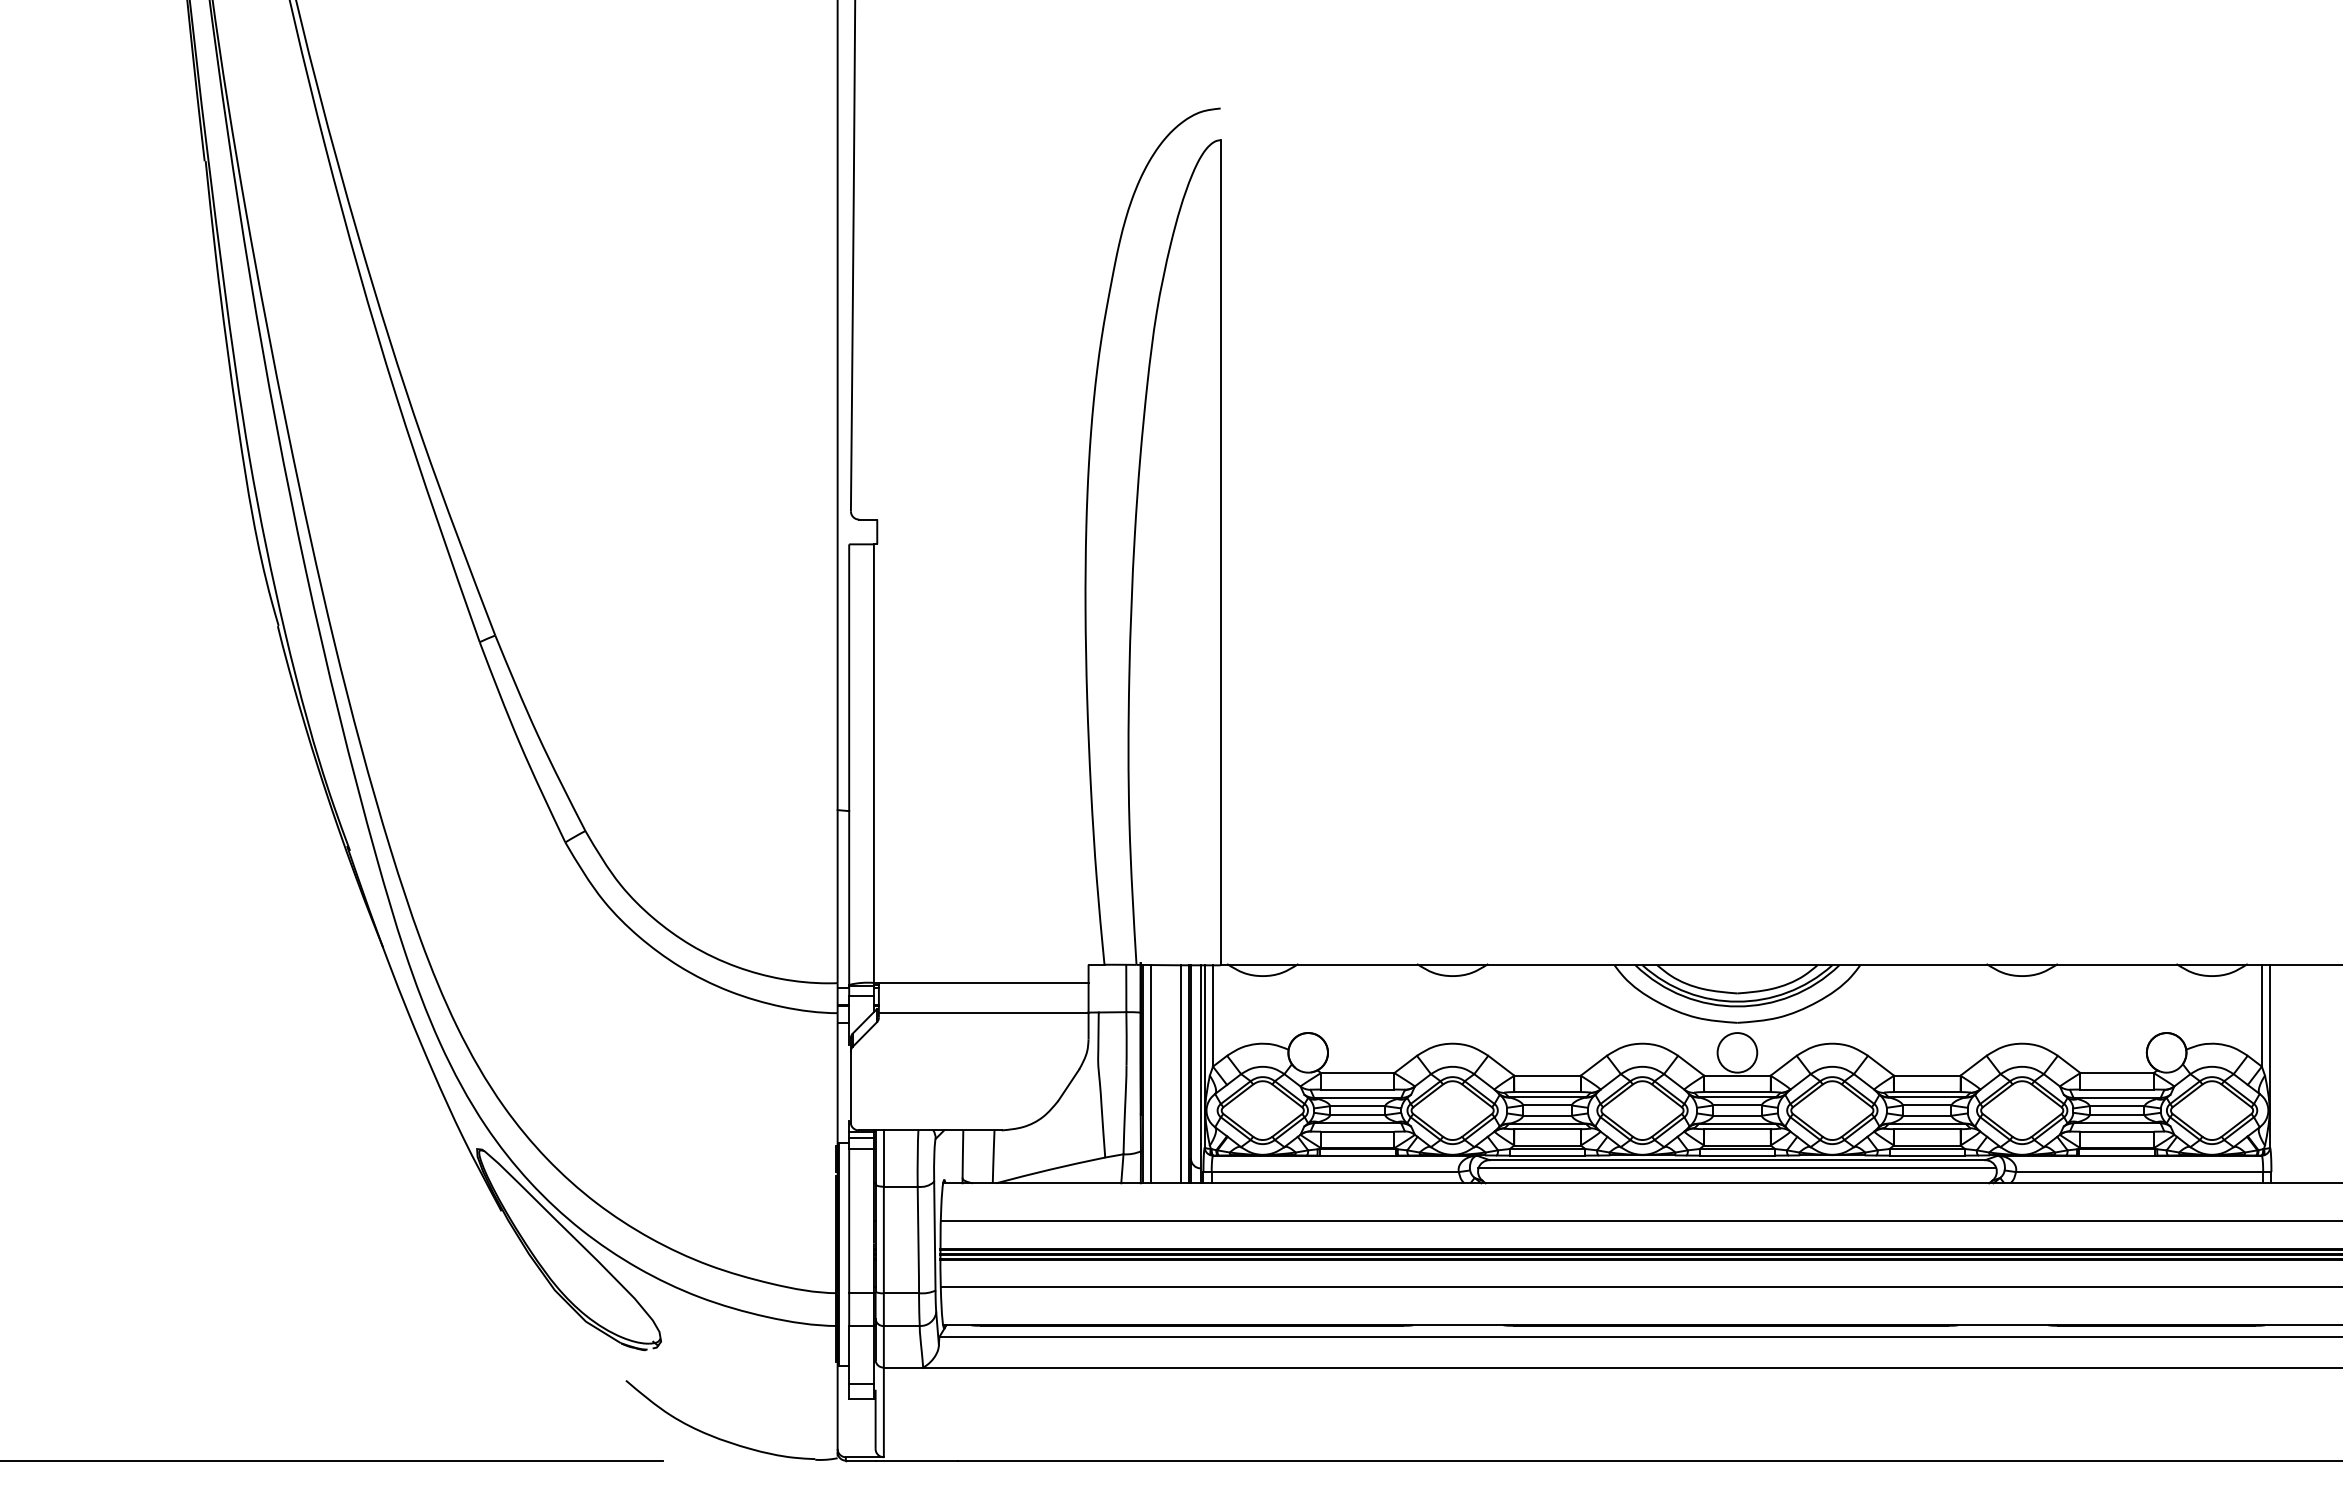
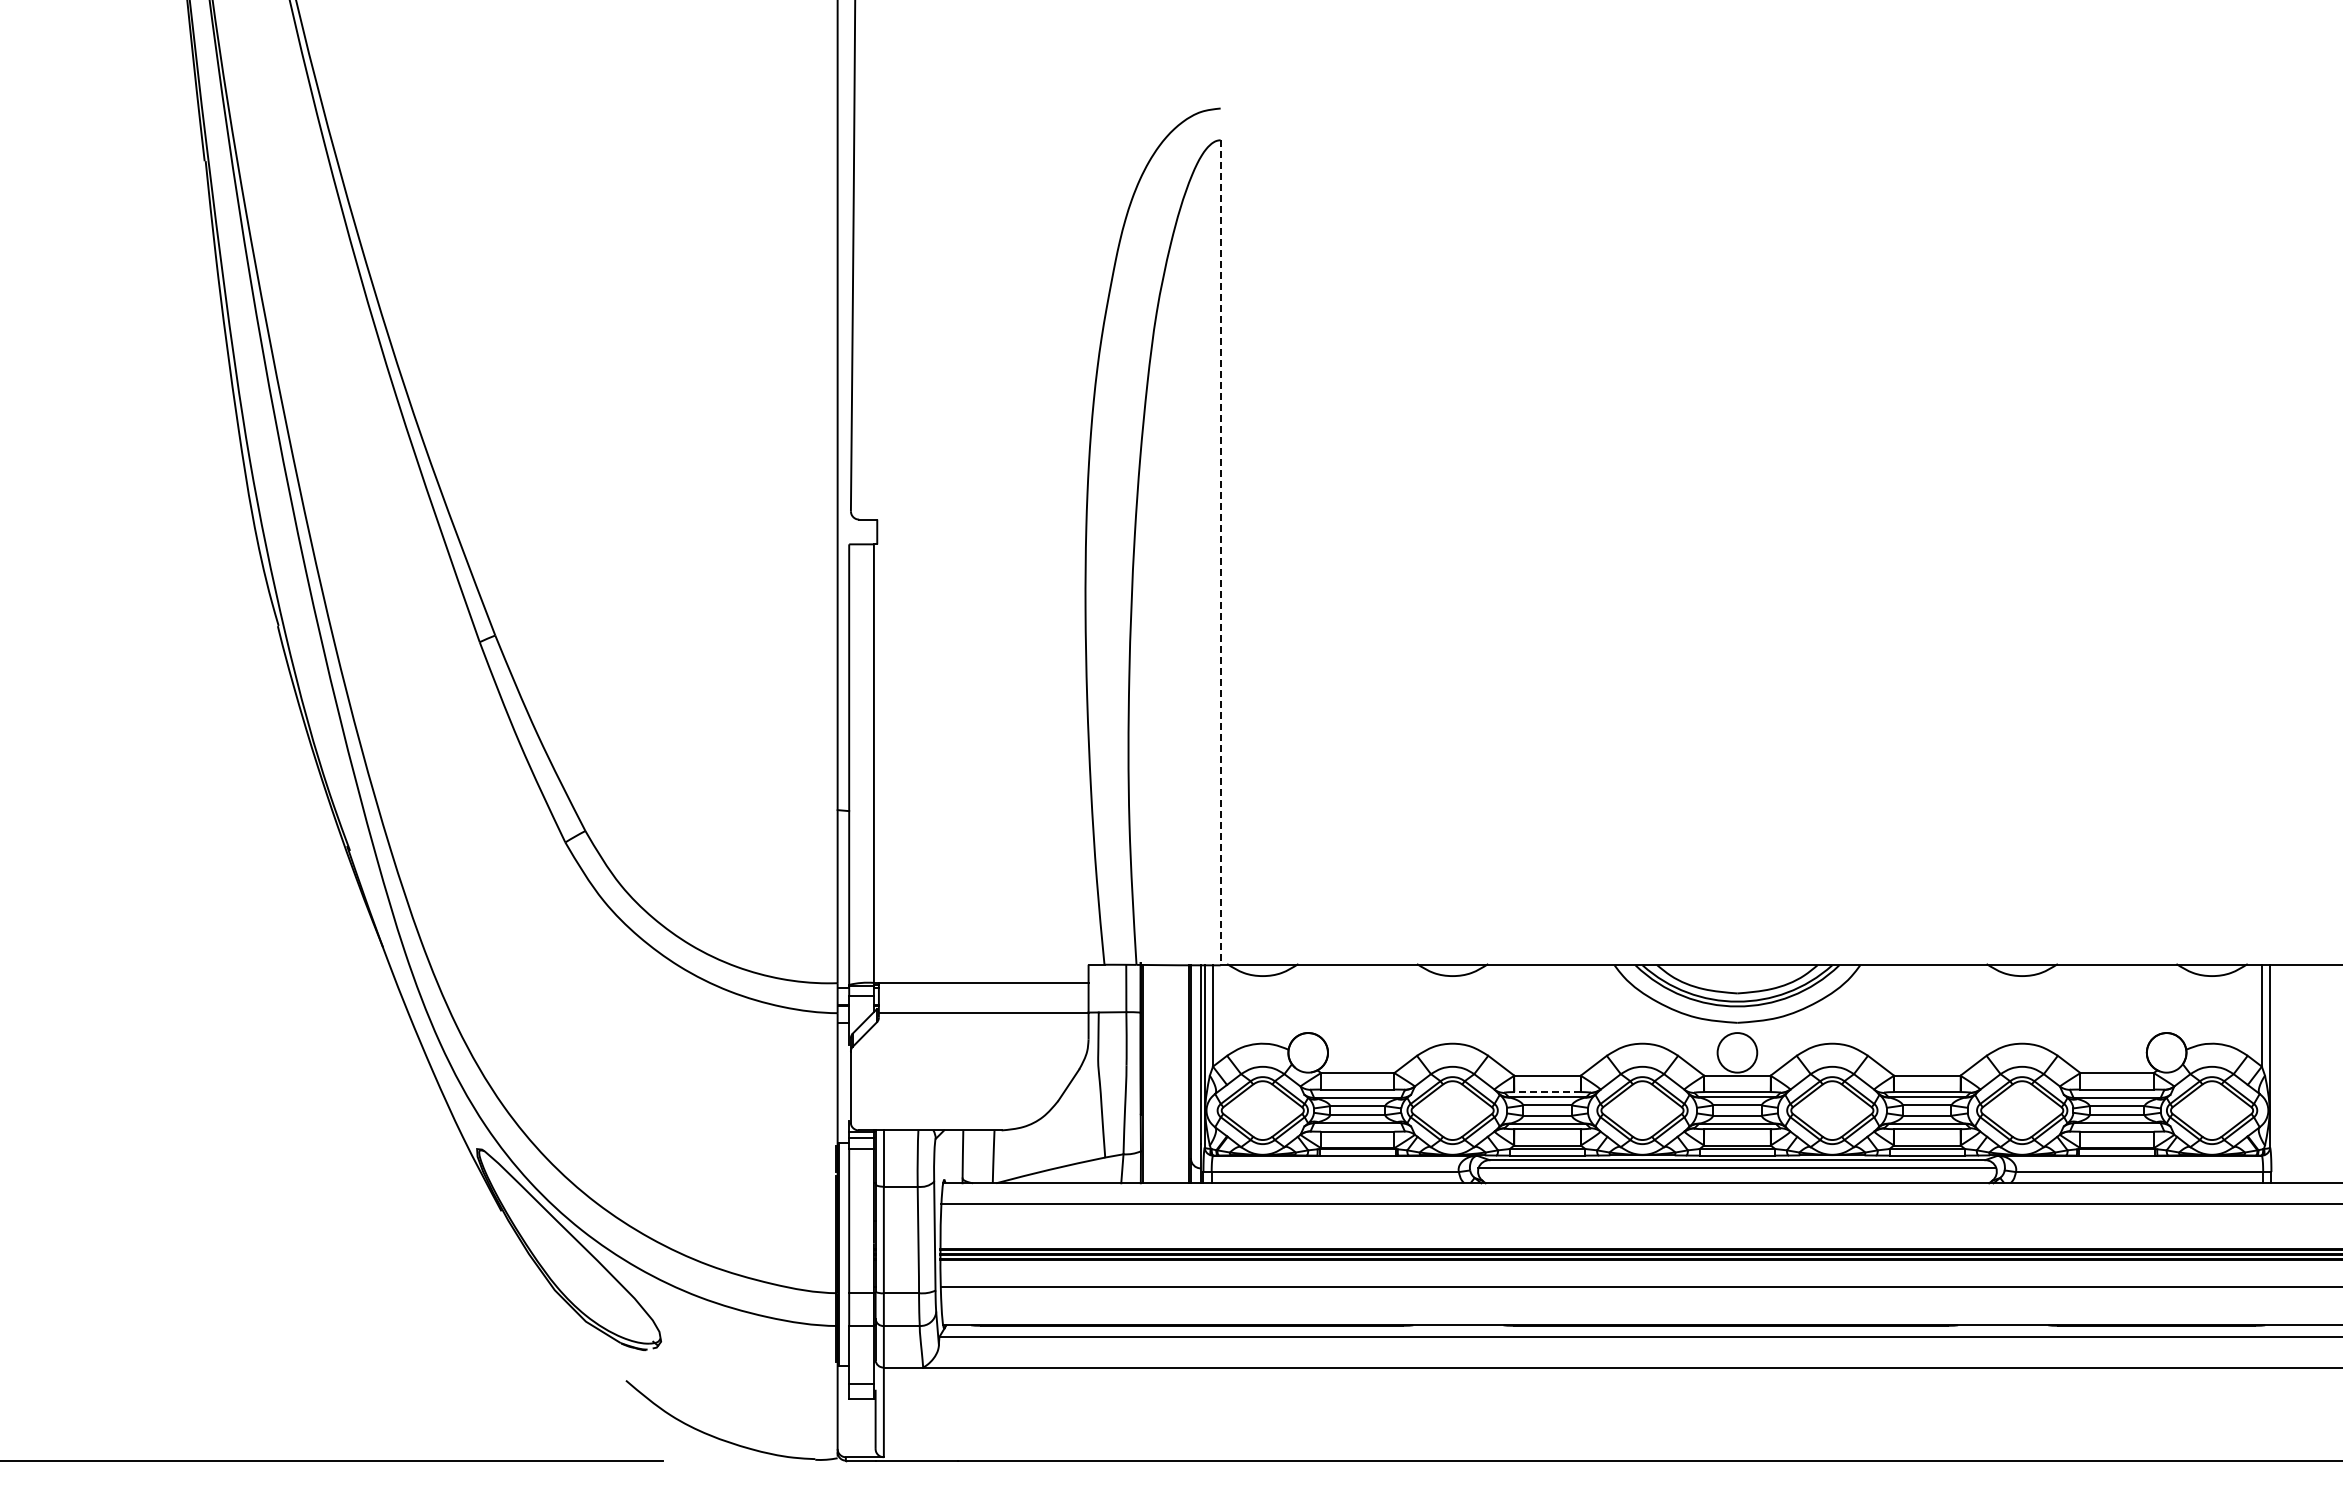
line at (1220, 552): solid -> dashed
line at (1151, 1074): present -> none
line at (1181, 1074): present -> none
line at (1547, 1092): solid -> dashed
line at (1639, 1221) position: (1639, 1221) -> (1639, 1204)
